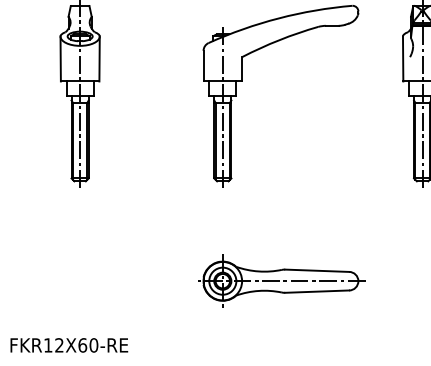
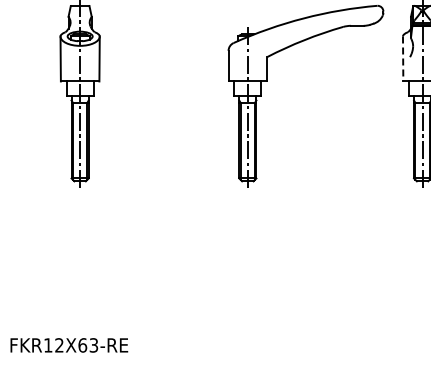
line at (403, 59): solid -> dashed
part at (242, 81) position: (242, 81) -> (267, 81)
part at (281, 280): present -> none
text at (93, 345): FKR12X60-RE -> FKR12X63-RE
